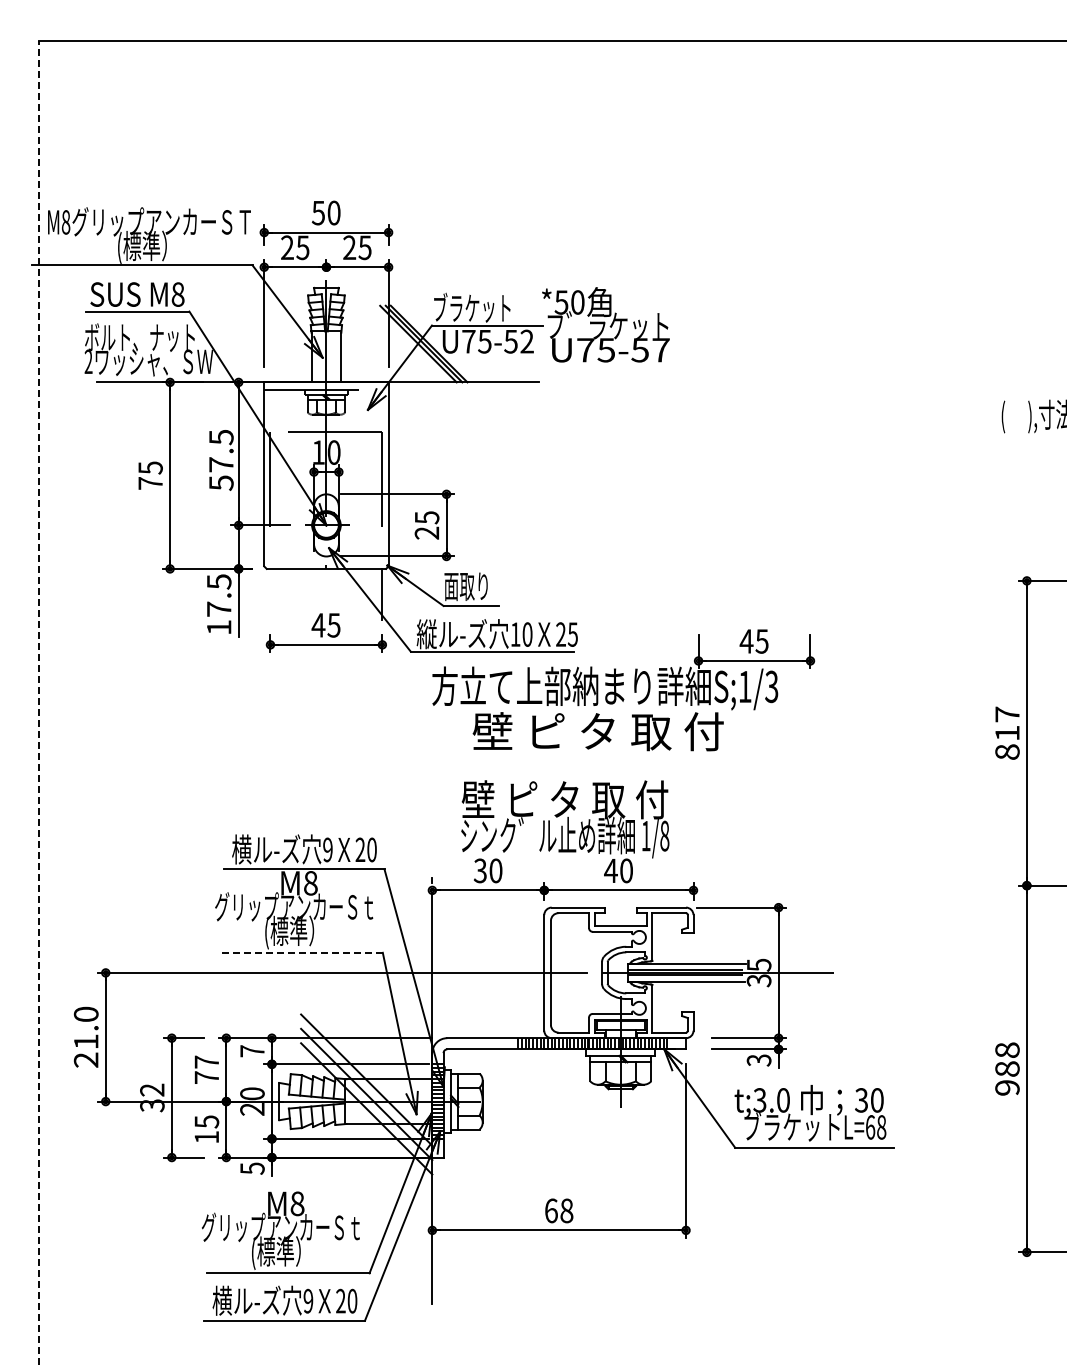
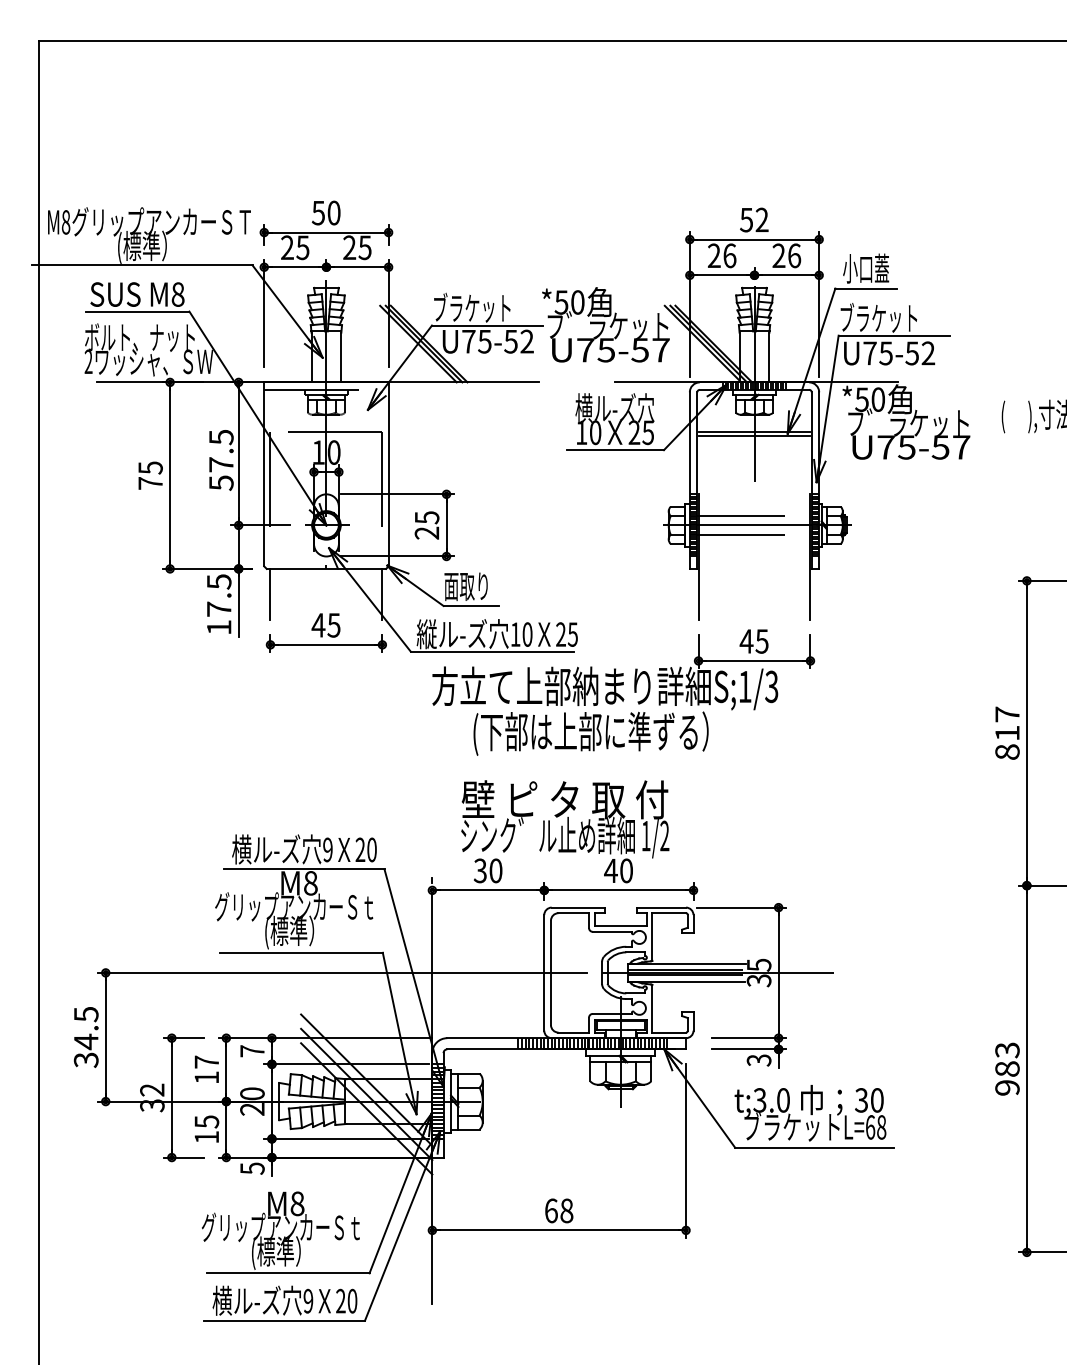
part at (768, 413): none -> present
line at (270, 594): none -> present
line at (39, 702): dashed -> solid
text at (597, 733): 壁 ピ タ 取 付 -> (下部は上部に準ずる）
text at (664, 835): 1/8 -> 1/2
line at (301, 952): dashed -> solid
text at (85, 1037): 21.0 -> 34.5
text at (1007, 1050): 988 -> 983
text at (206, 1077): 77 -> 17
